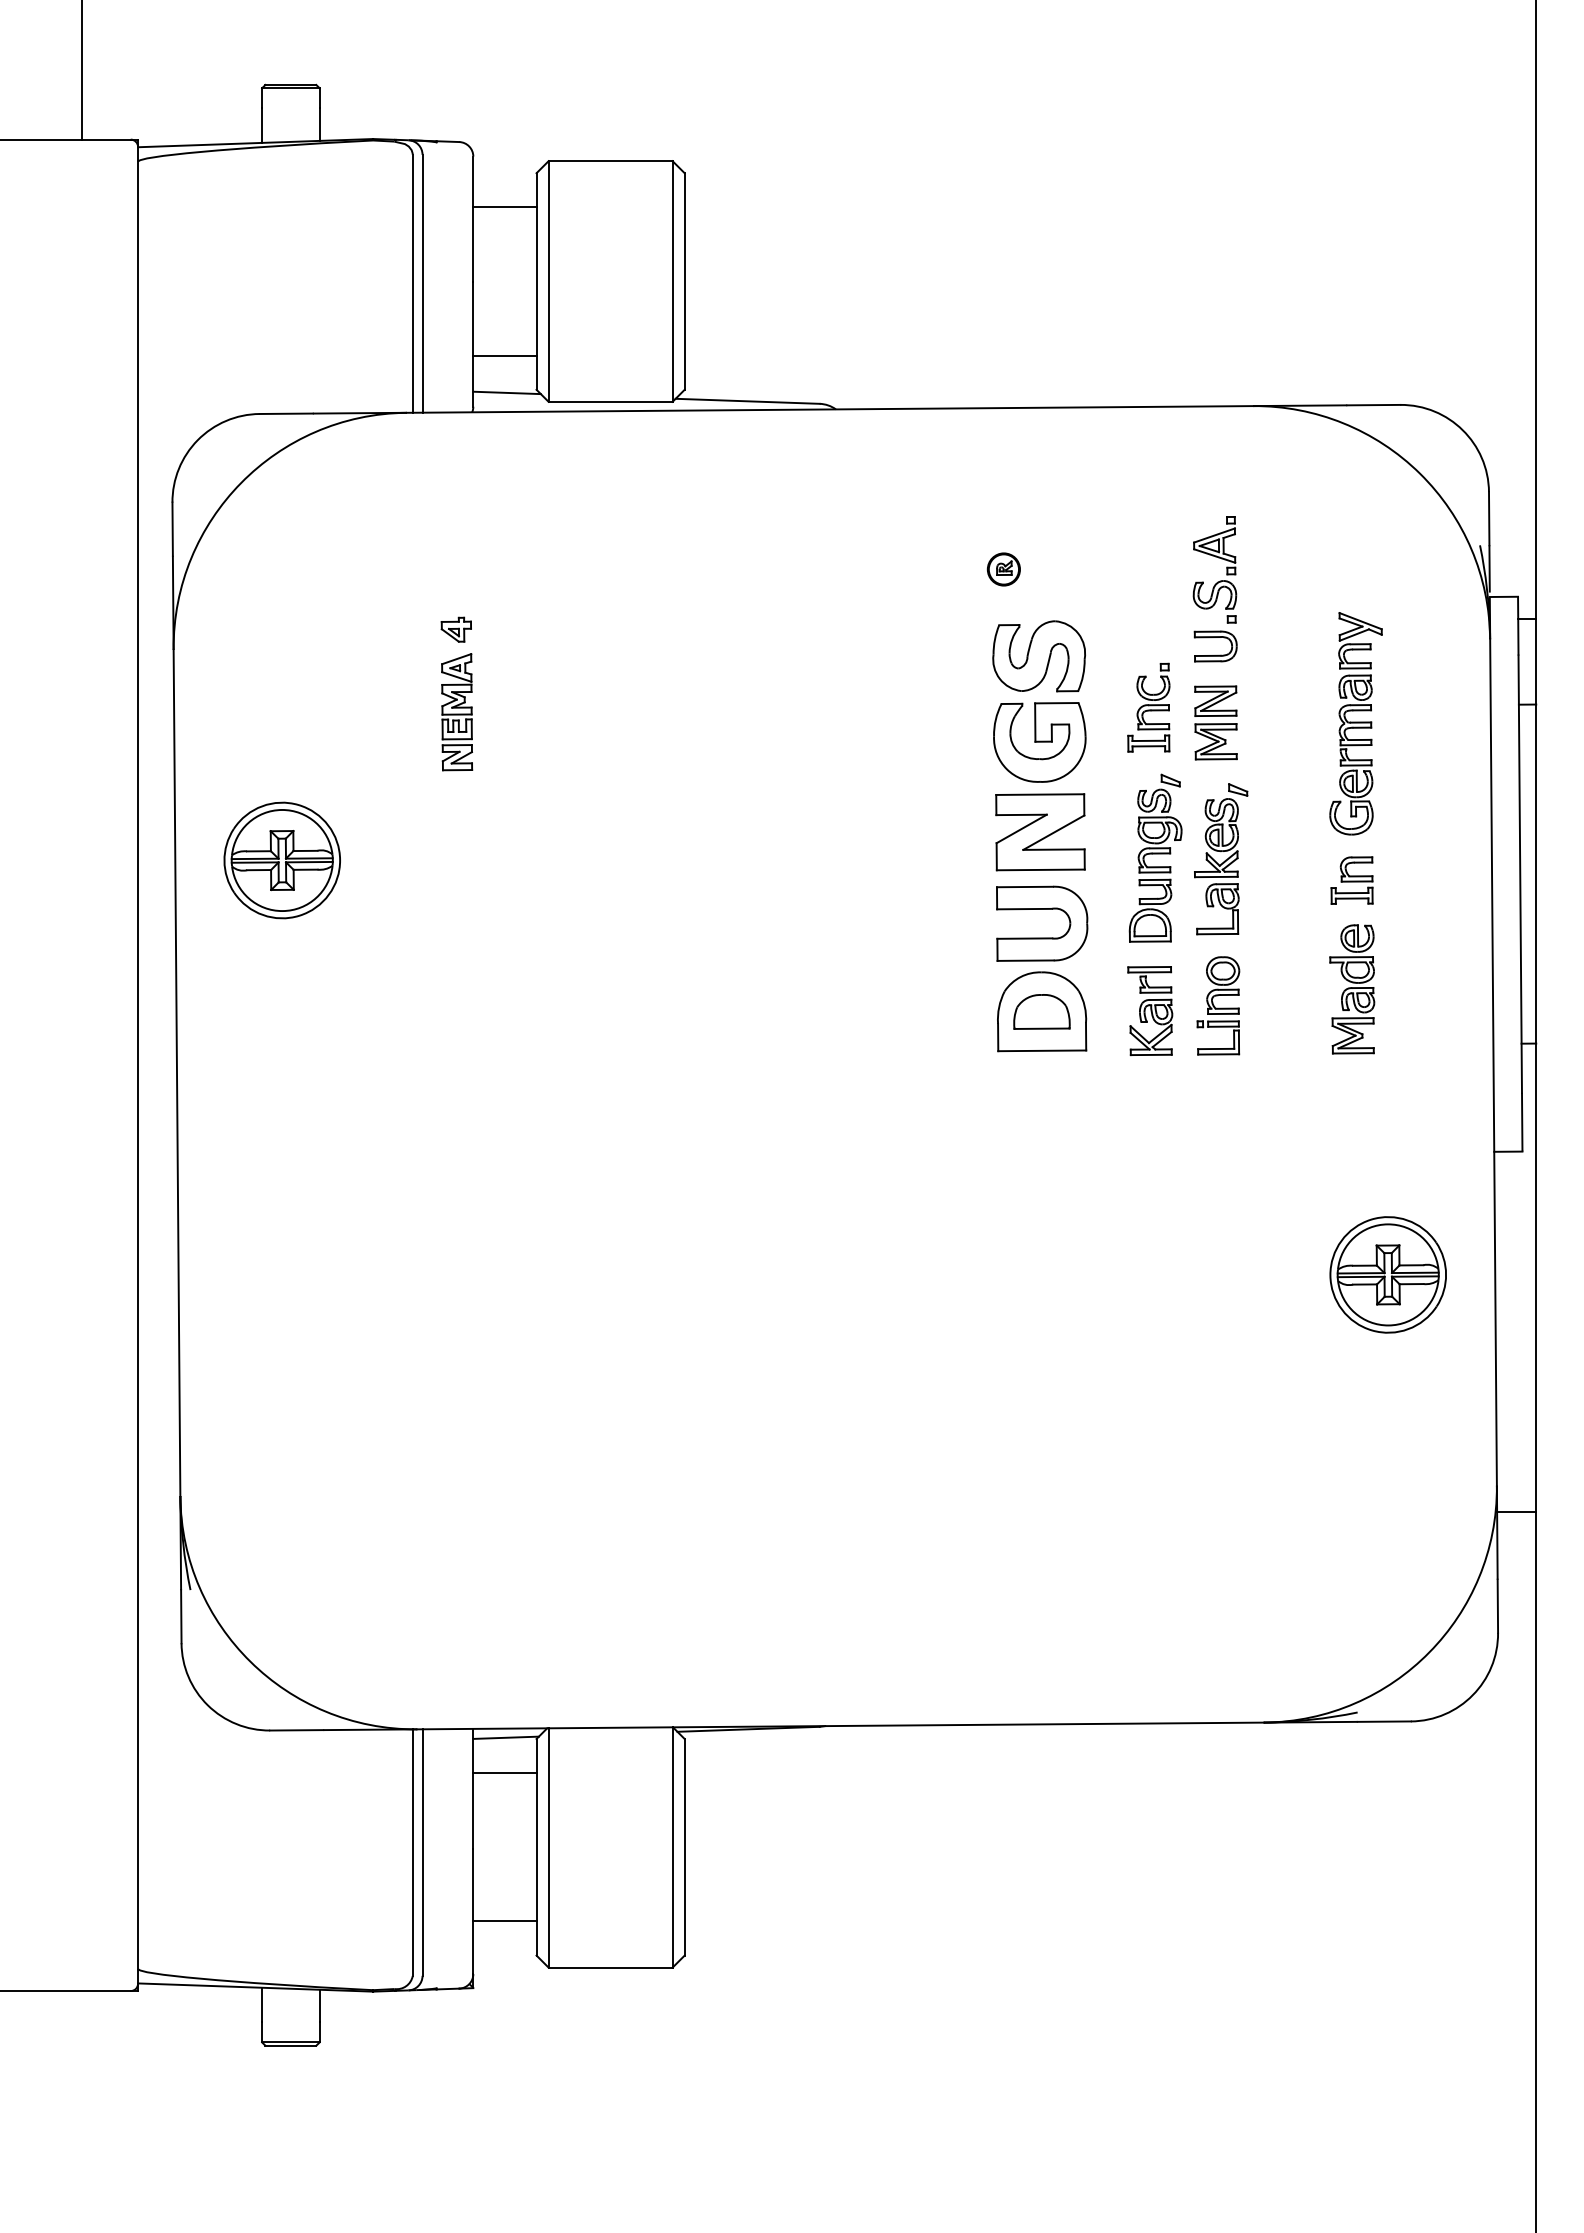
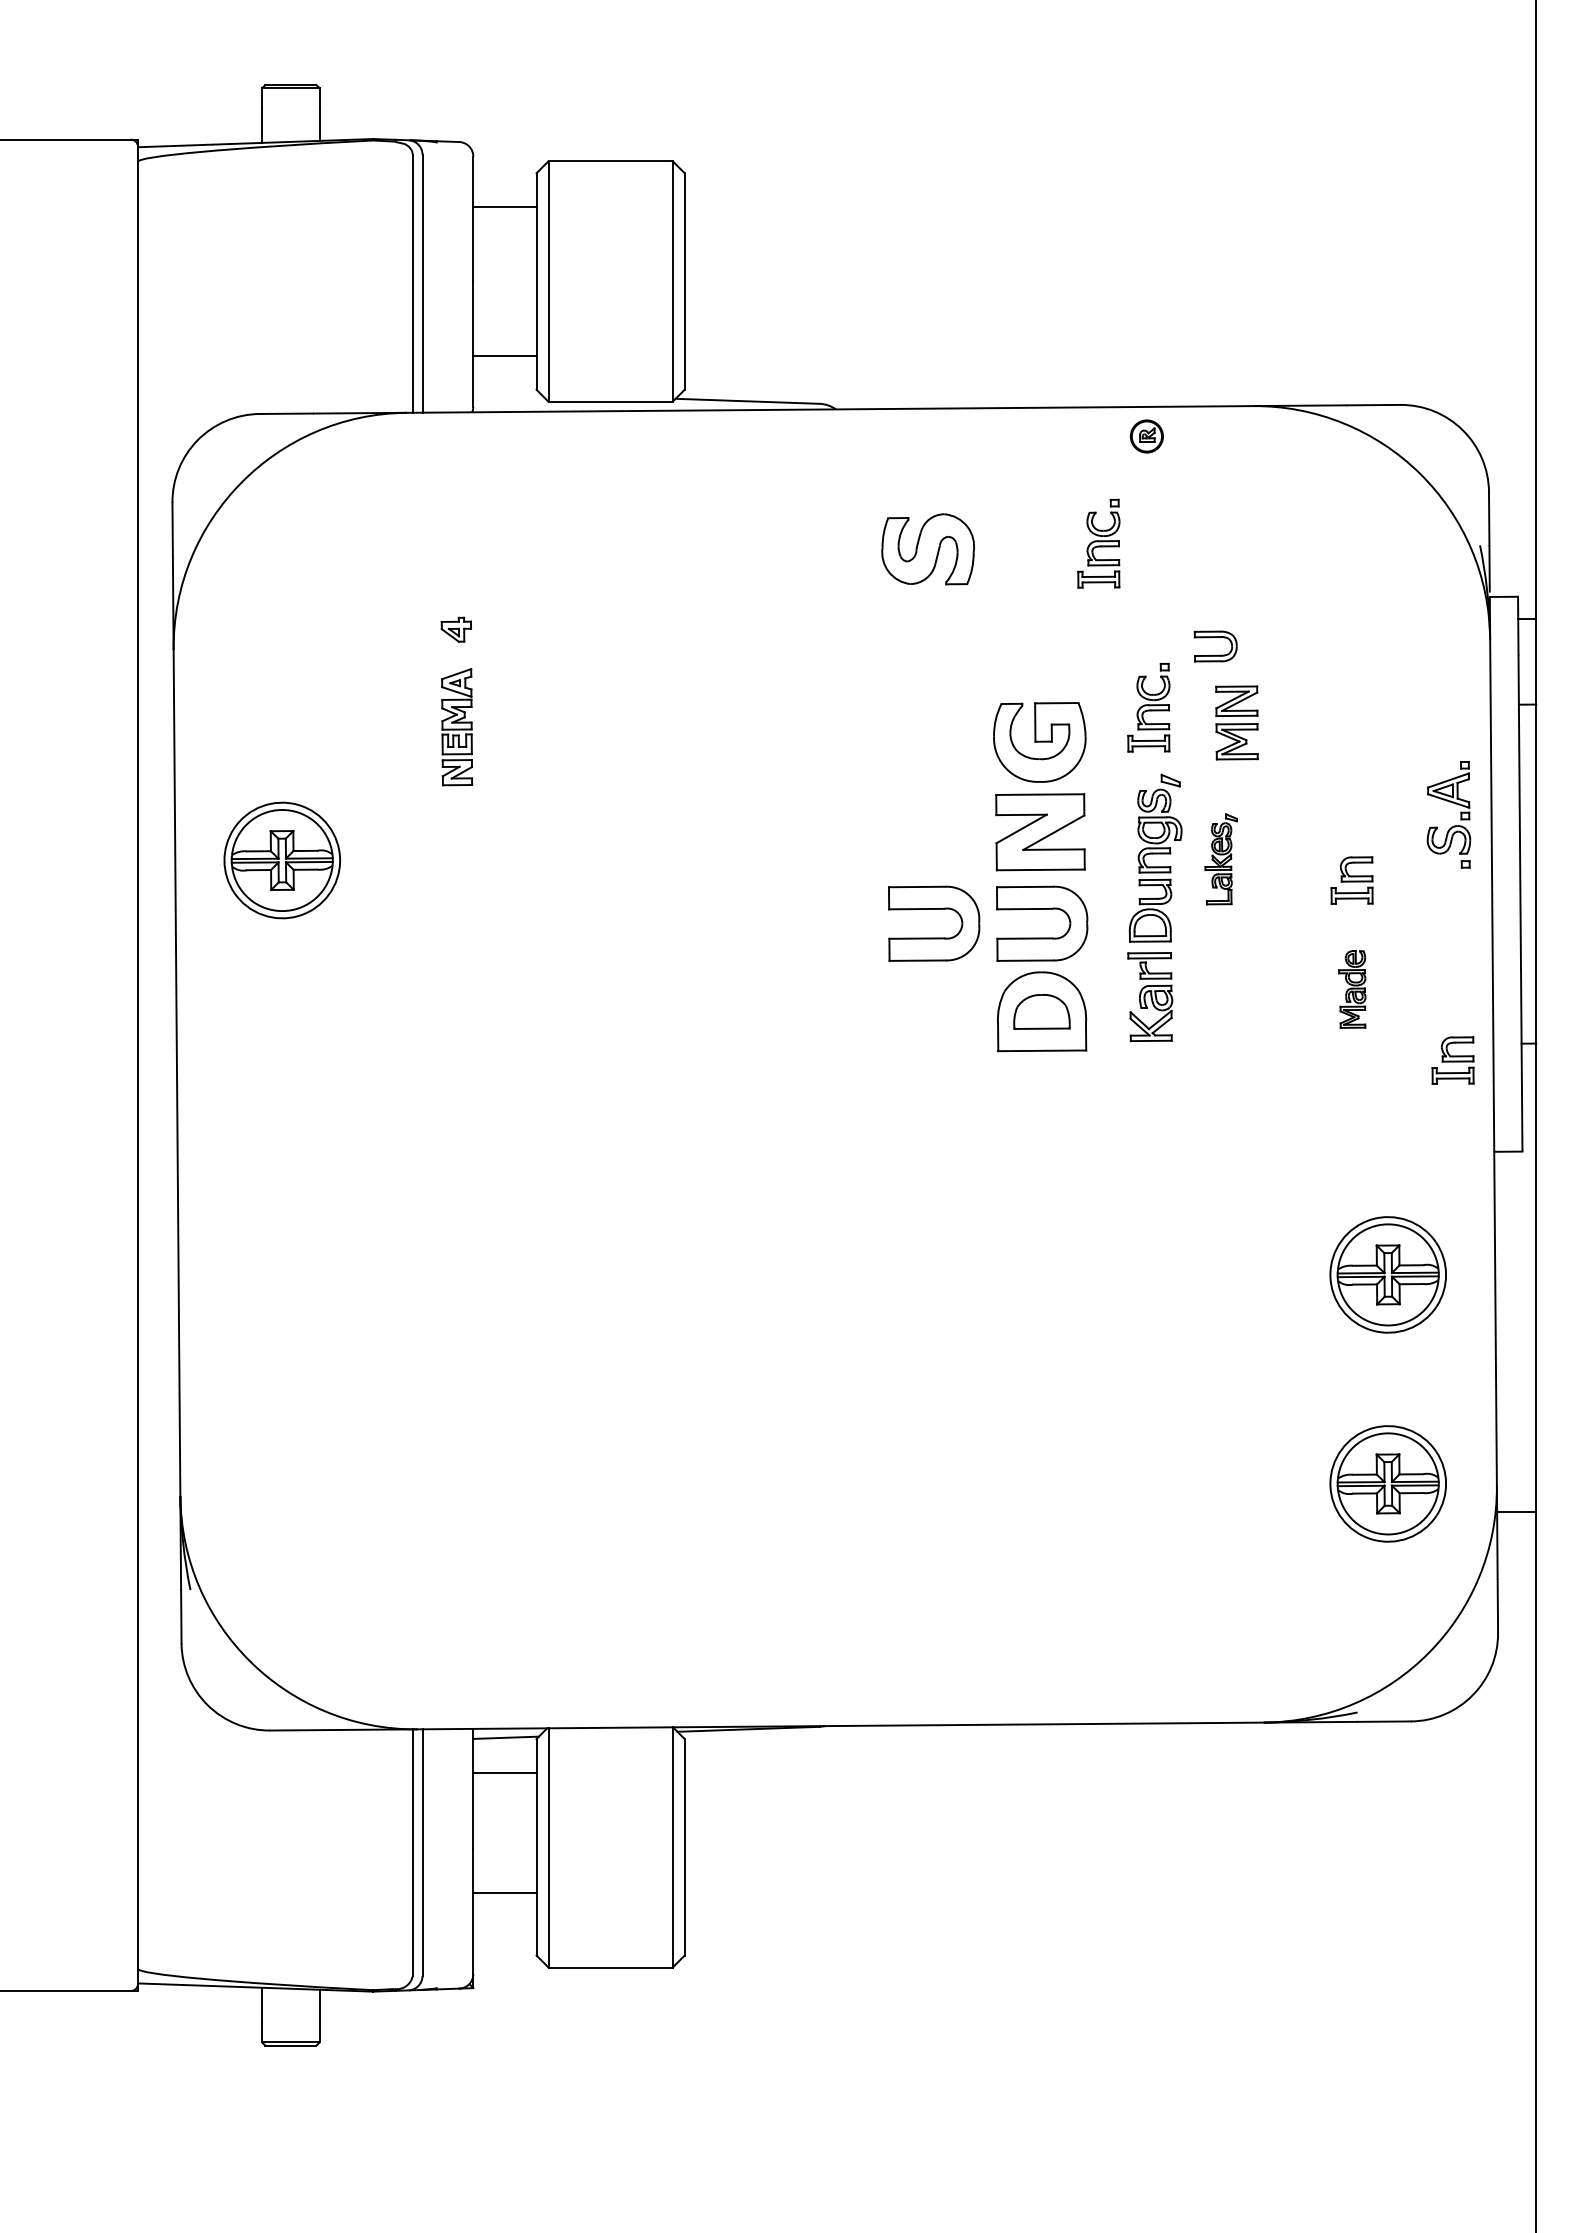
line at (81, 70): present -> none
line at (506, 392): present -> none
part at (1098, 543): none -> present
part at (1218, 558) position: (1218, 558) -> (1452, 803)
part at (1003, 569) position: (1003, 569) -> (1146, 436)
part at (1038, 656) position: (1038, 656) -> (927, 549)
part at (457, 712) position: (457, 712) -> (457, 727)
part at (1215, 722) position: (1215, 722) -> (1236, 722)
part at (1355, 723): present -> none
part at (1221, 859) size: 55x153 px -> 34x93 px
part at (934, 909): none -> present
part at (1352, 989) size: 47x131 px -> 29x79 px
part at (1218, 1005): present -> none
part at (1150, 1011) position: (1150, 1011) -> (1150, 997)
part at (1452, 1060): none -> present
part at (1387, 1483): none -> present
line at (504, 1921) position: (504, 1921) -> (504, 1893)
